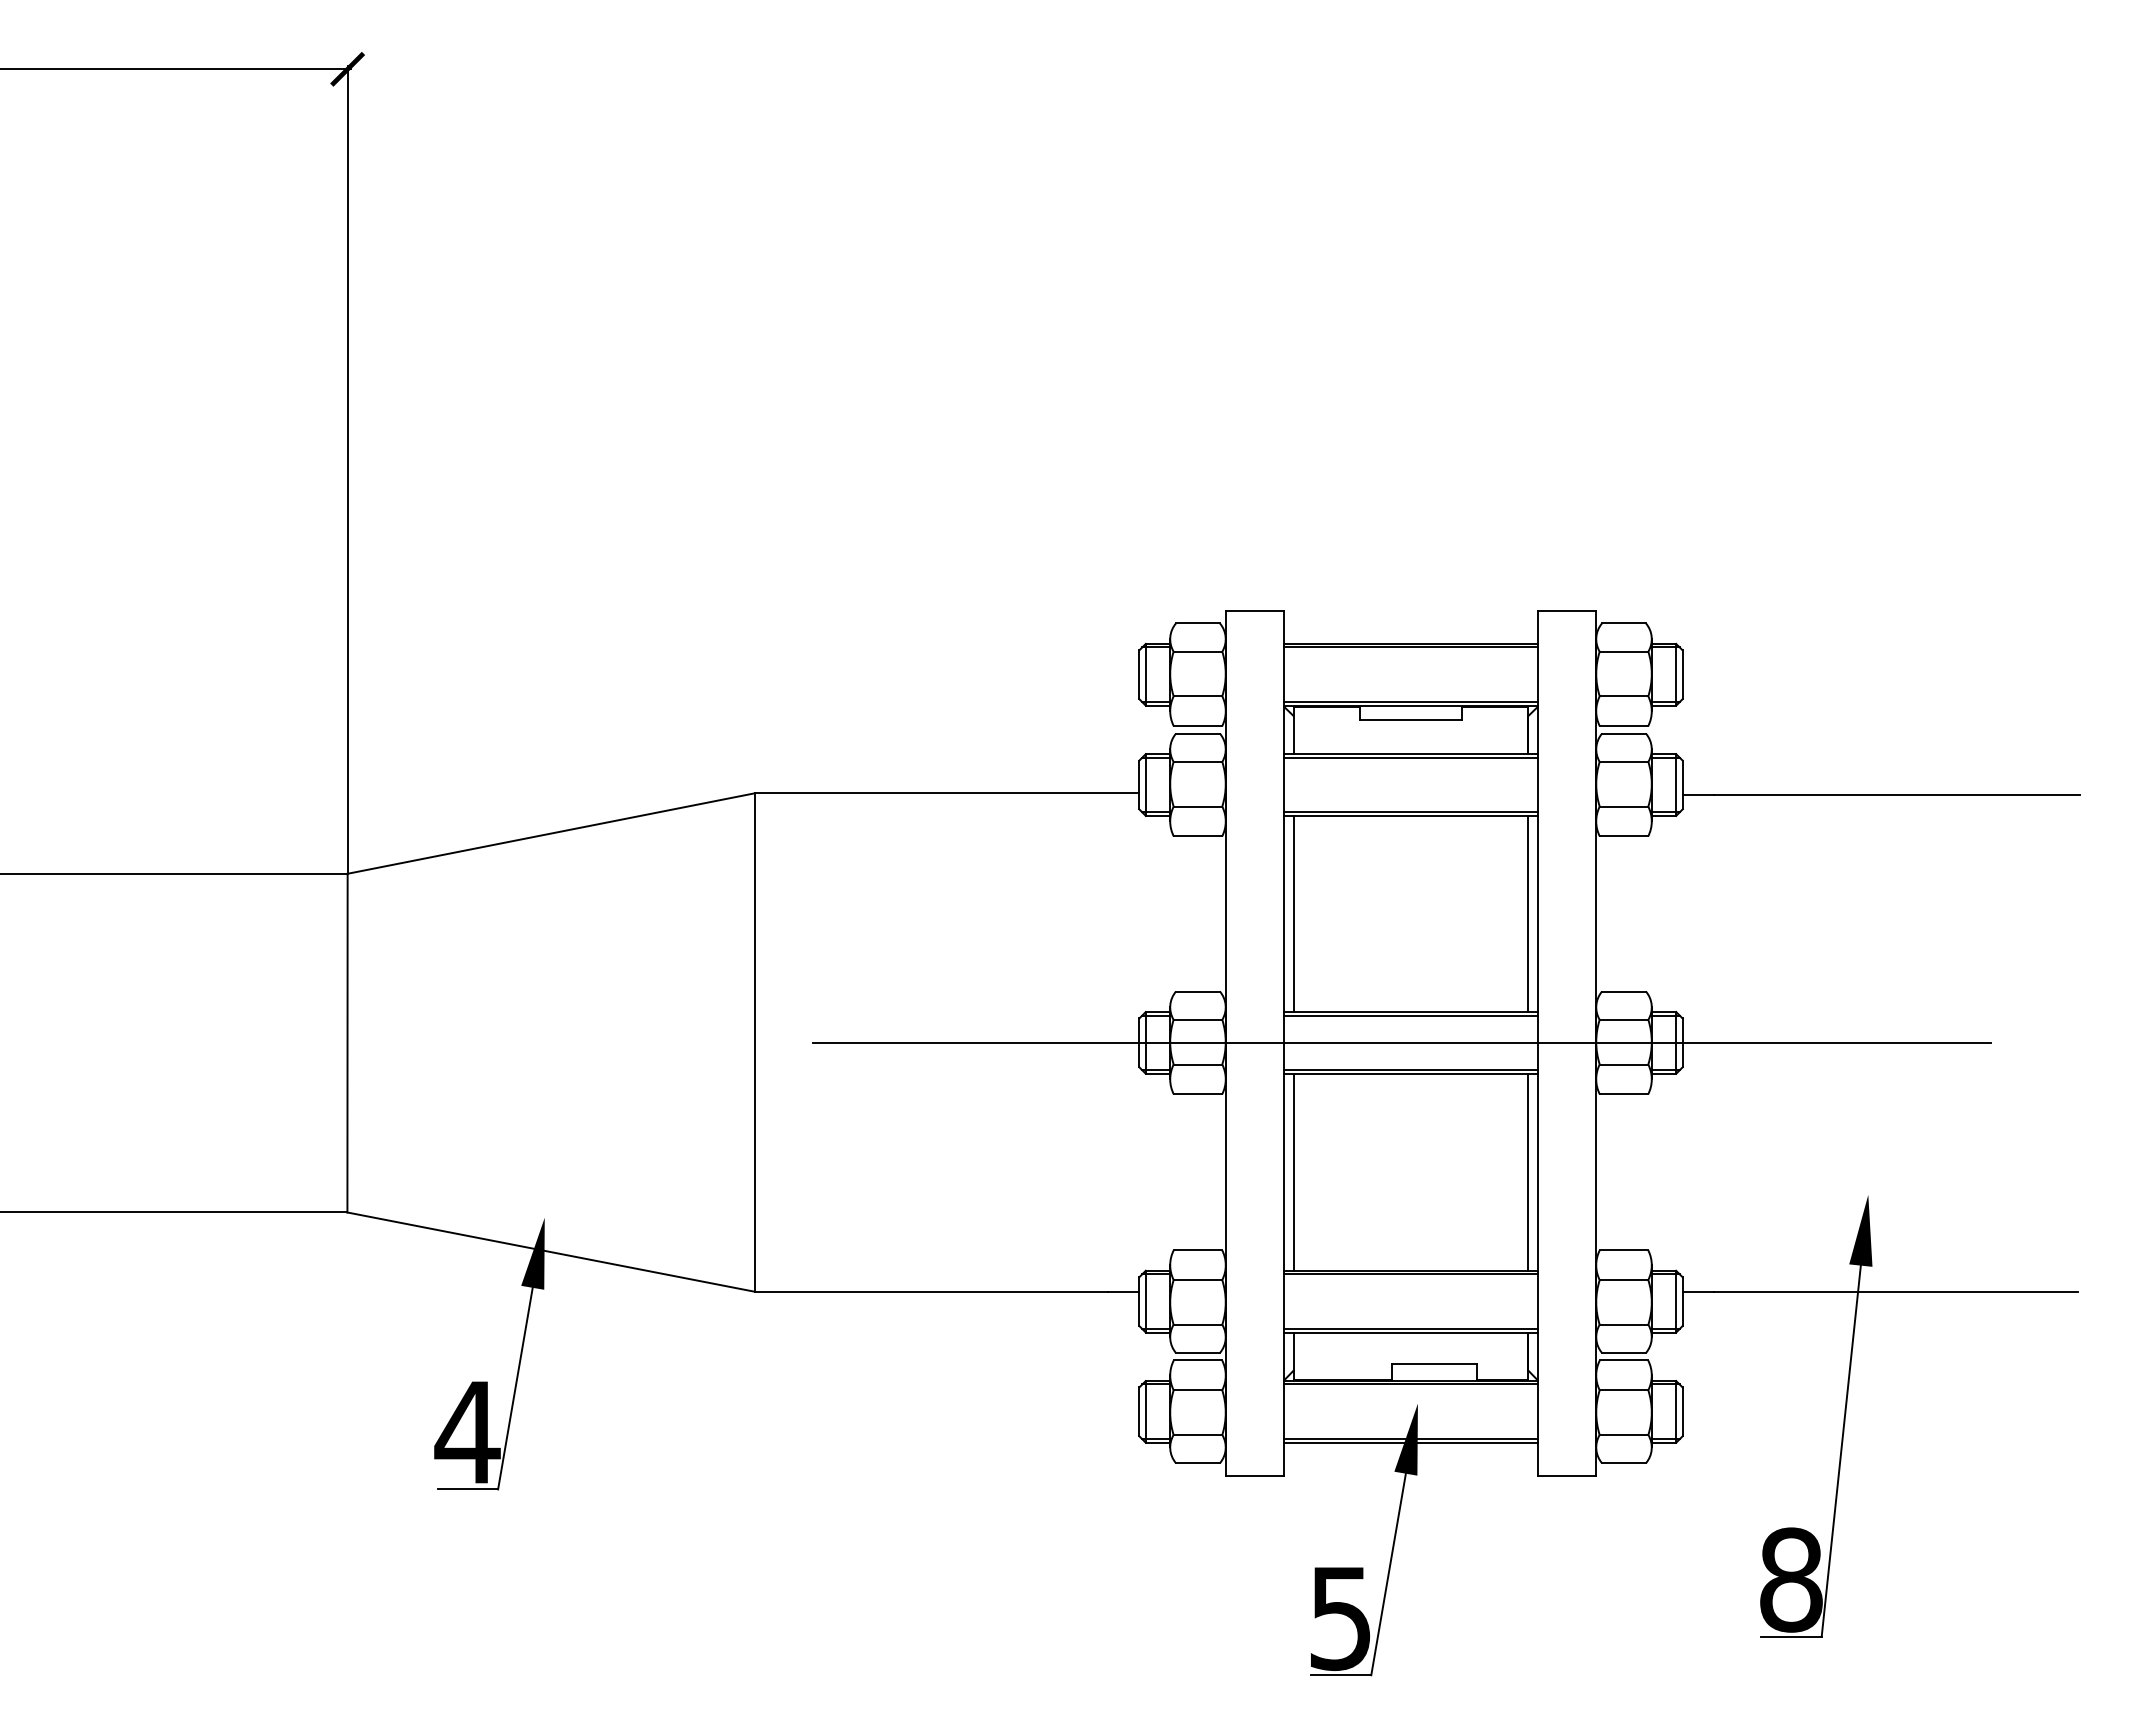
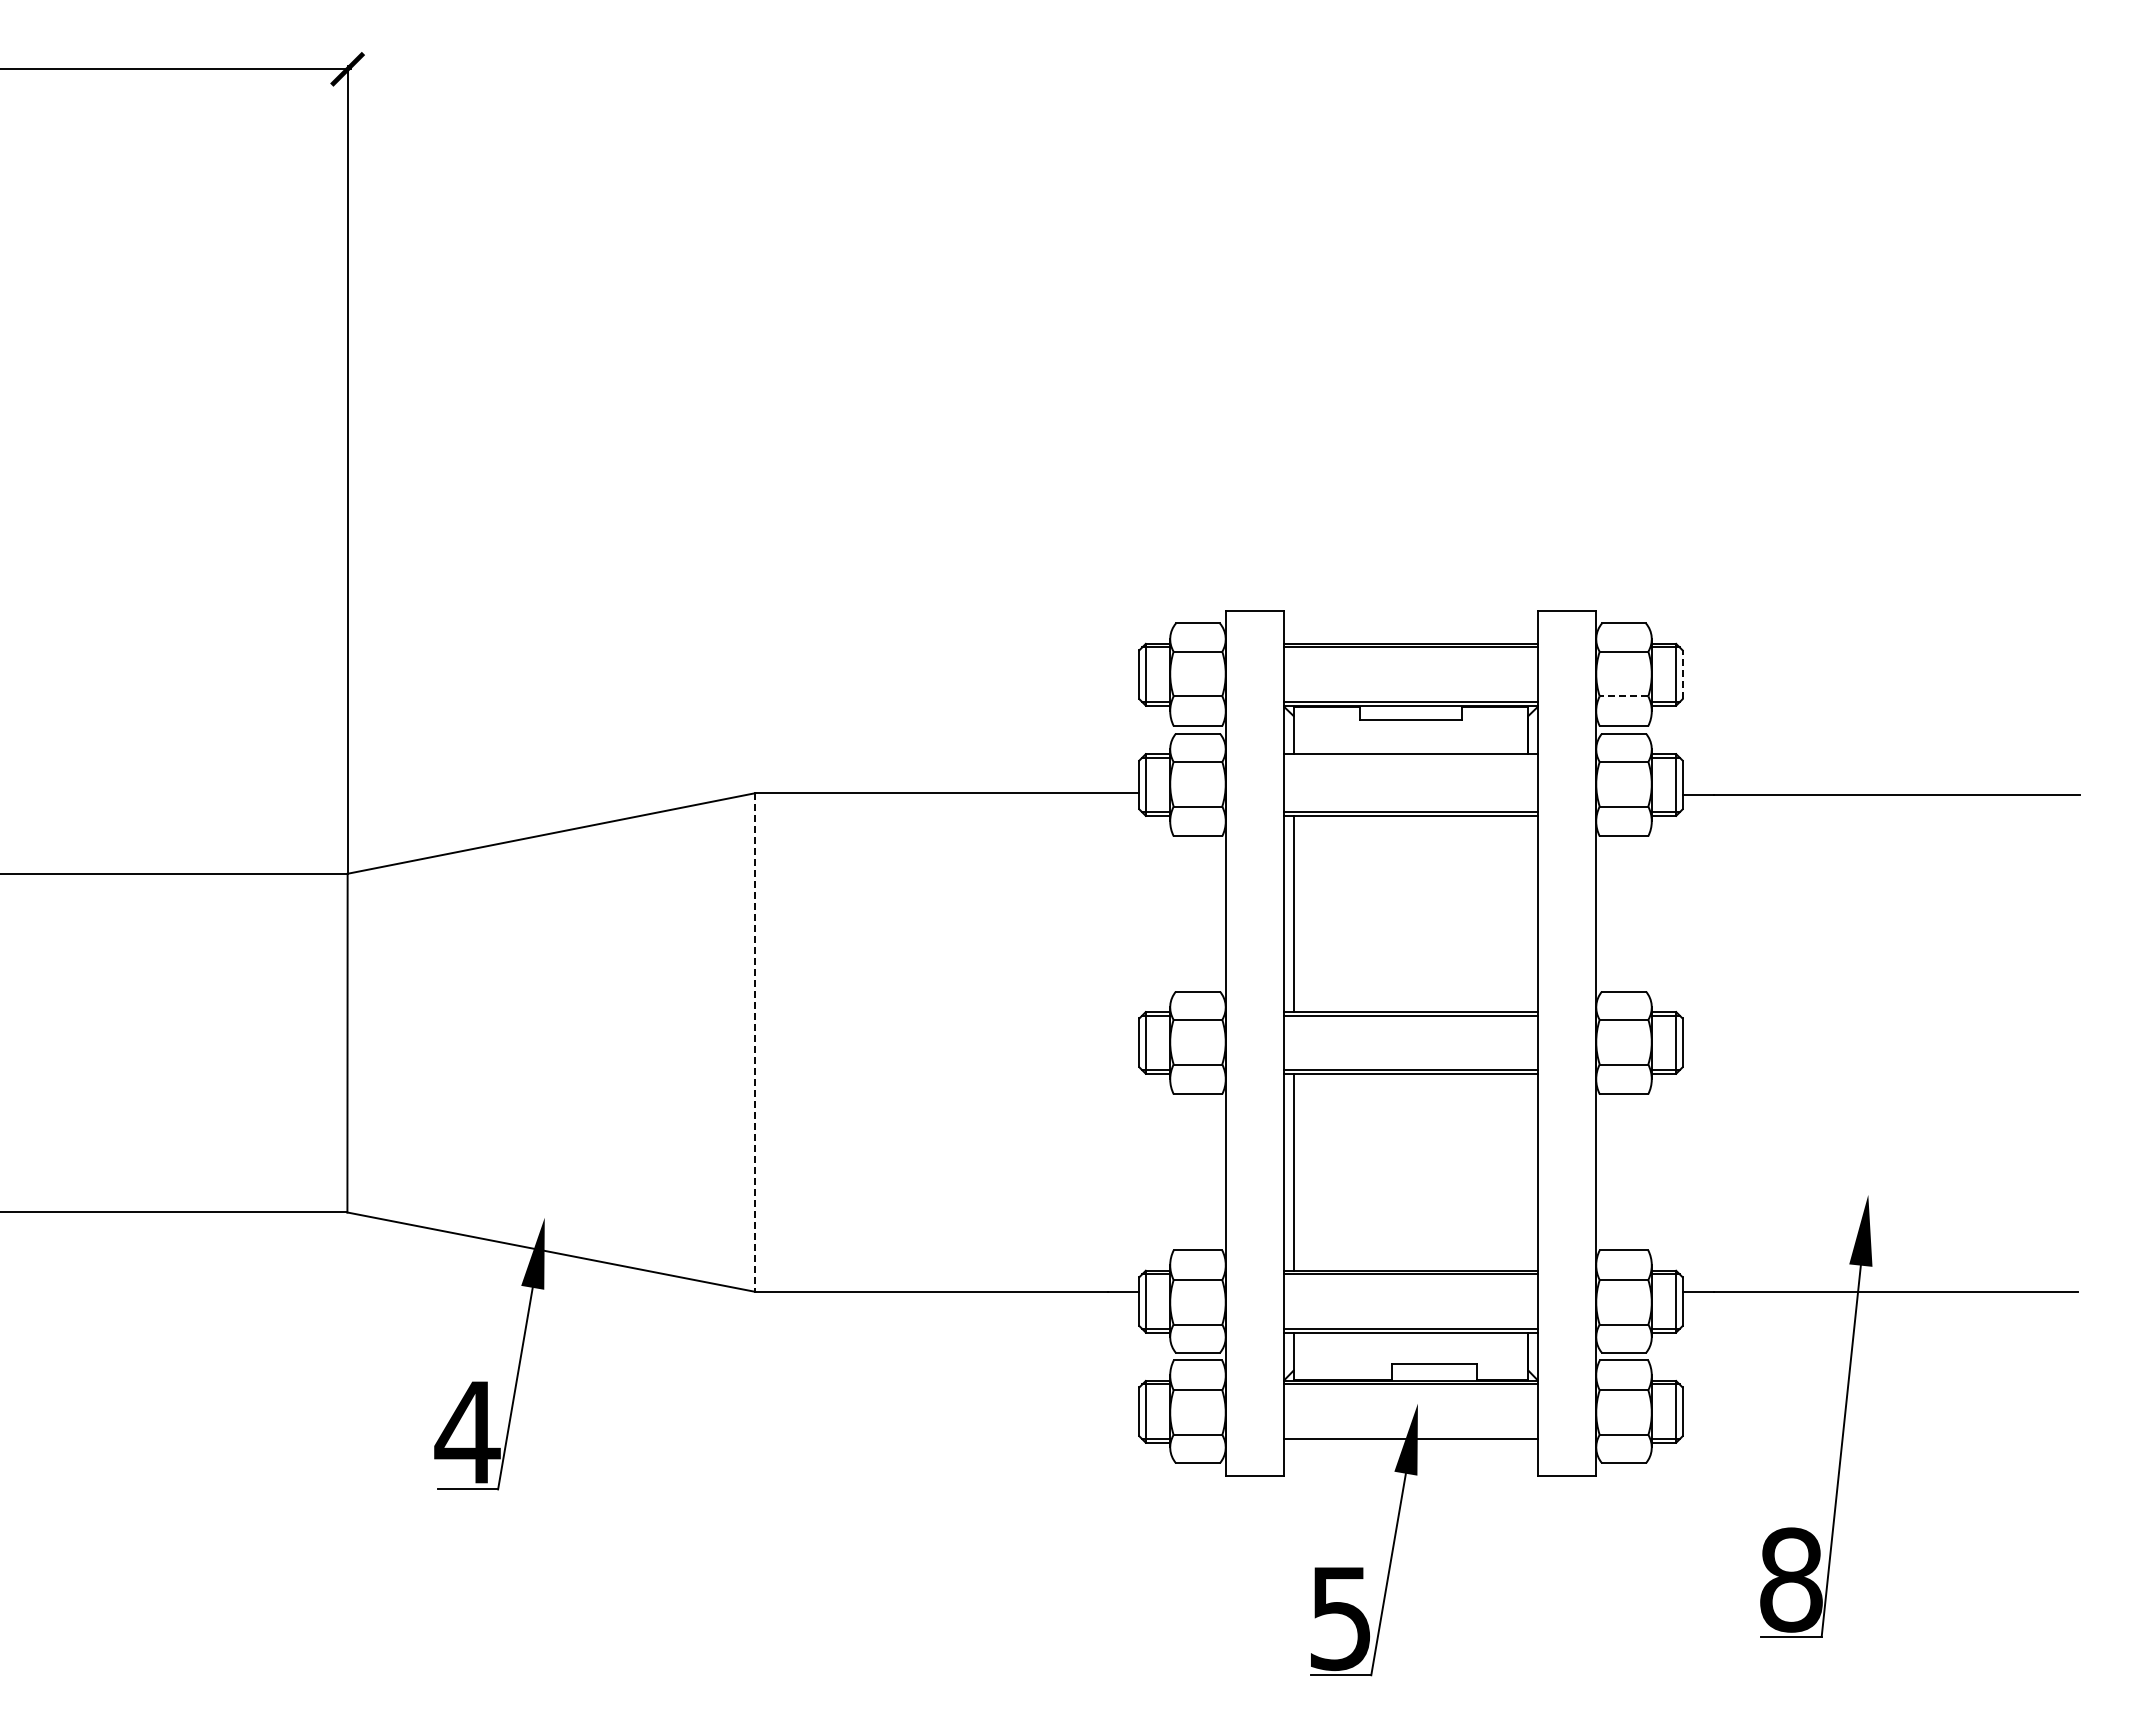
line at (1682, 674): solid -> dashed
line at (1623, 696): solid -> dashed
line at (1410, 757): present -> none
line at (1528, 913): present -> none
line at (755, 1043): solid -> dashed
line at (1401, 1043): present -> none
line at (1528, 1171): present -> none
line at (1410, 1442): present -> none
